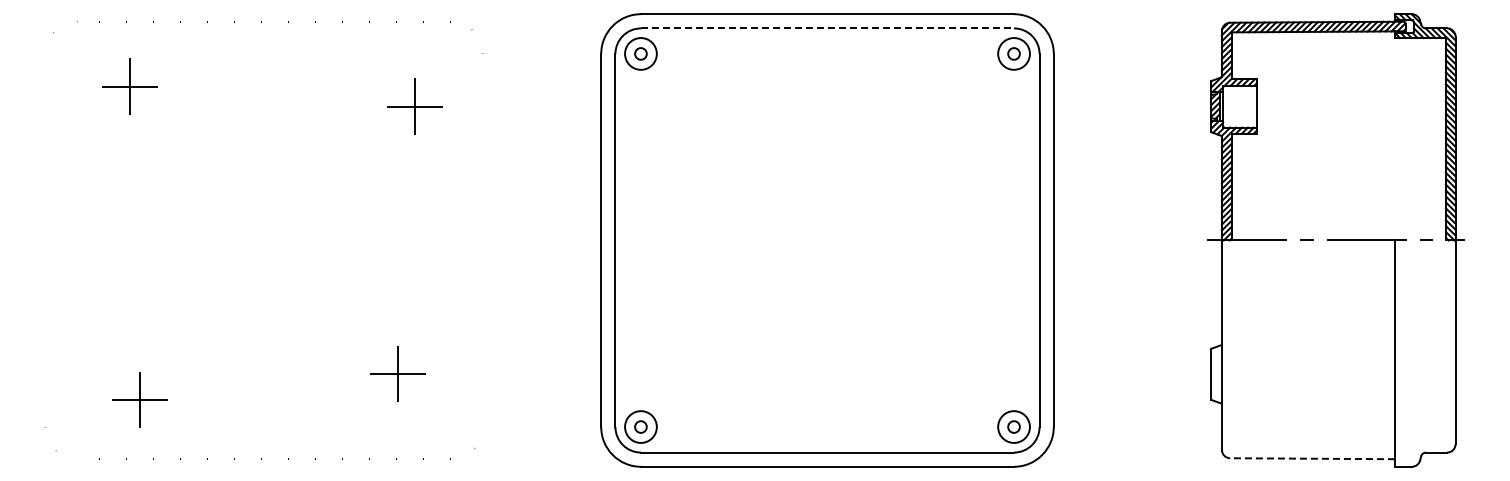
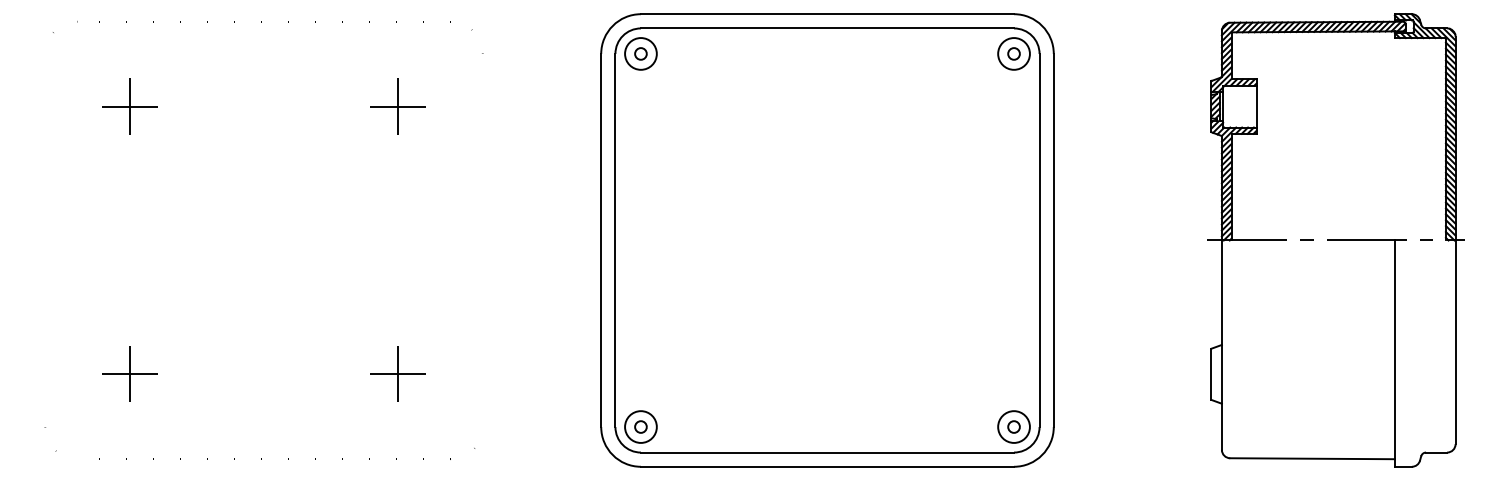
line at (827, 28): dashed -> solid
part at (129, 86) position: (129, 86) -> (129, 106)
part at (414, 106) position: (414, 106) -> (397, 106)
part at (139, 399) position: (139, 399) -> (129, 373)
line at (1312, 458): dashed -> solid
